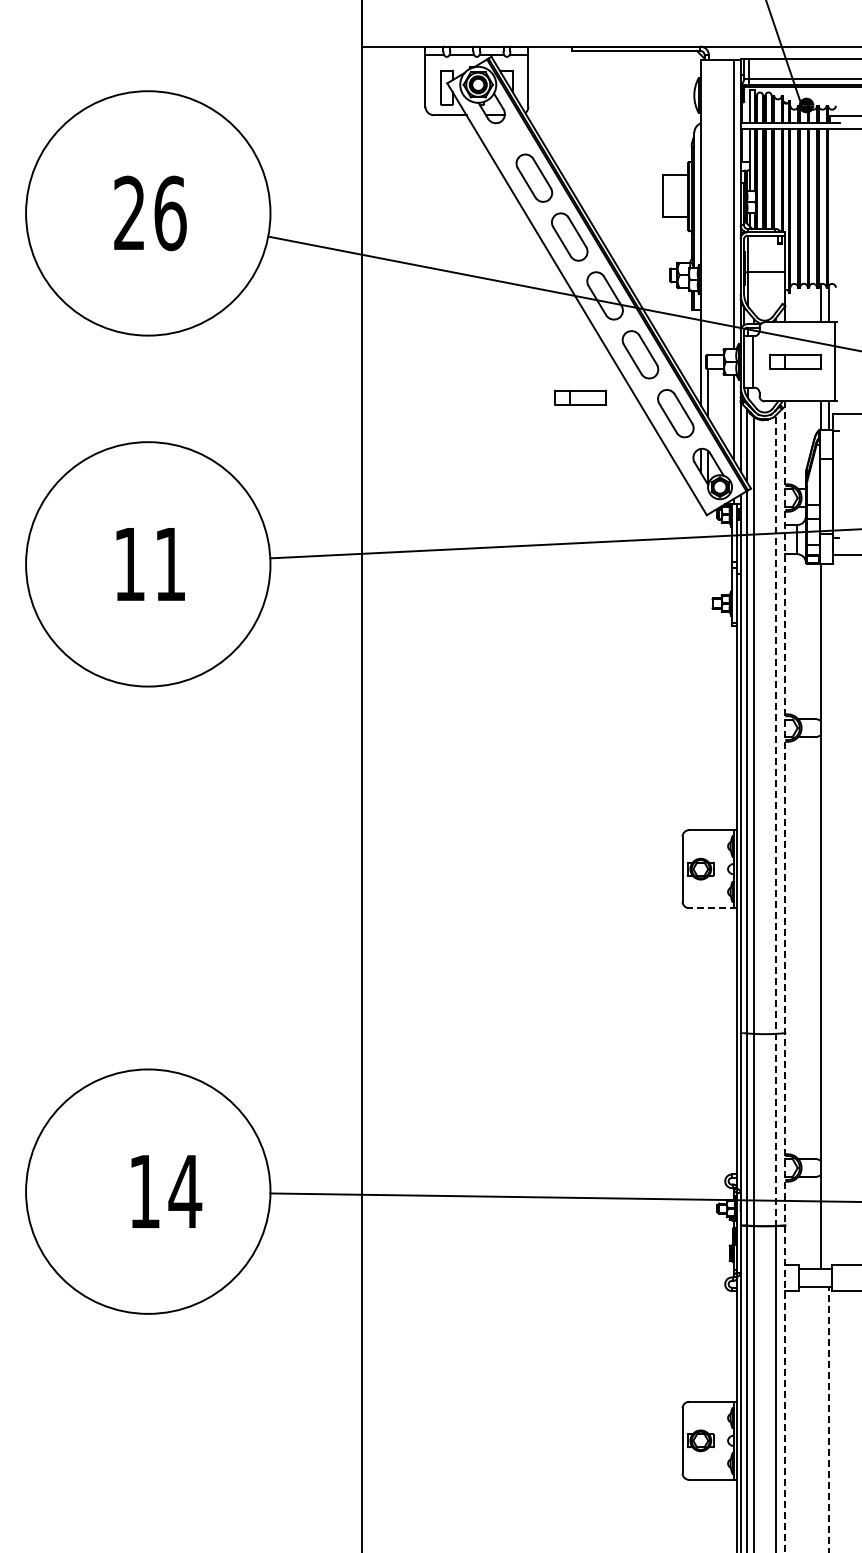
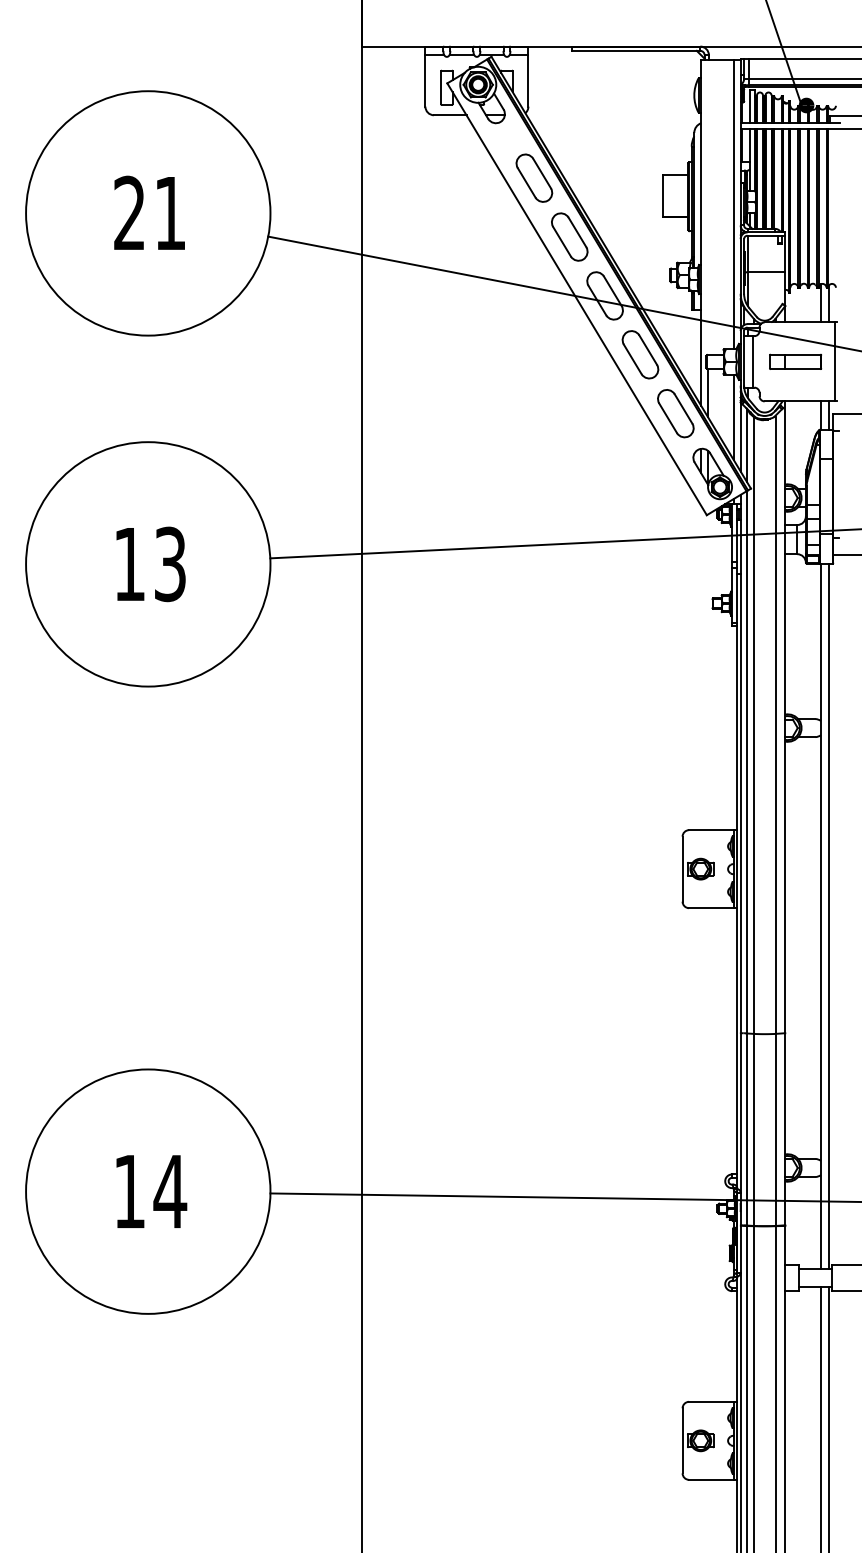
text at (170, 213): 26 -> 21
part at (580, 397): present -> none
text at (170, 564): 11 -> 13
line at (775, 821): dashed -> solid
line at (712, 908): dashed -> solid
line at (828, 915): none -> present
line at (785, 977): dashed -> solid
text at (166, 1191) position: (166, 1191) -> (151, 1191)
line at (820, 1418): none -> present
line at (828, 1419): dashed -> solid
